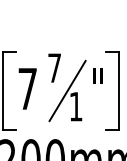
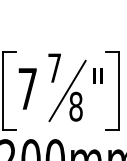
text at (75, 106): 1 -> 8
